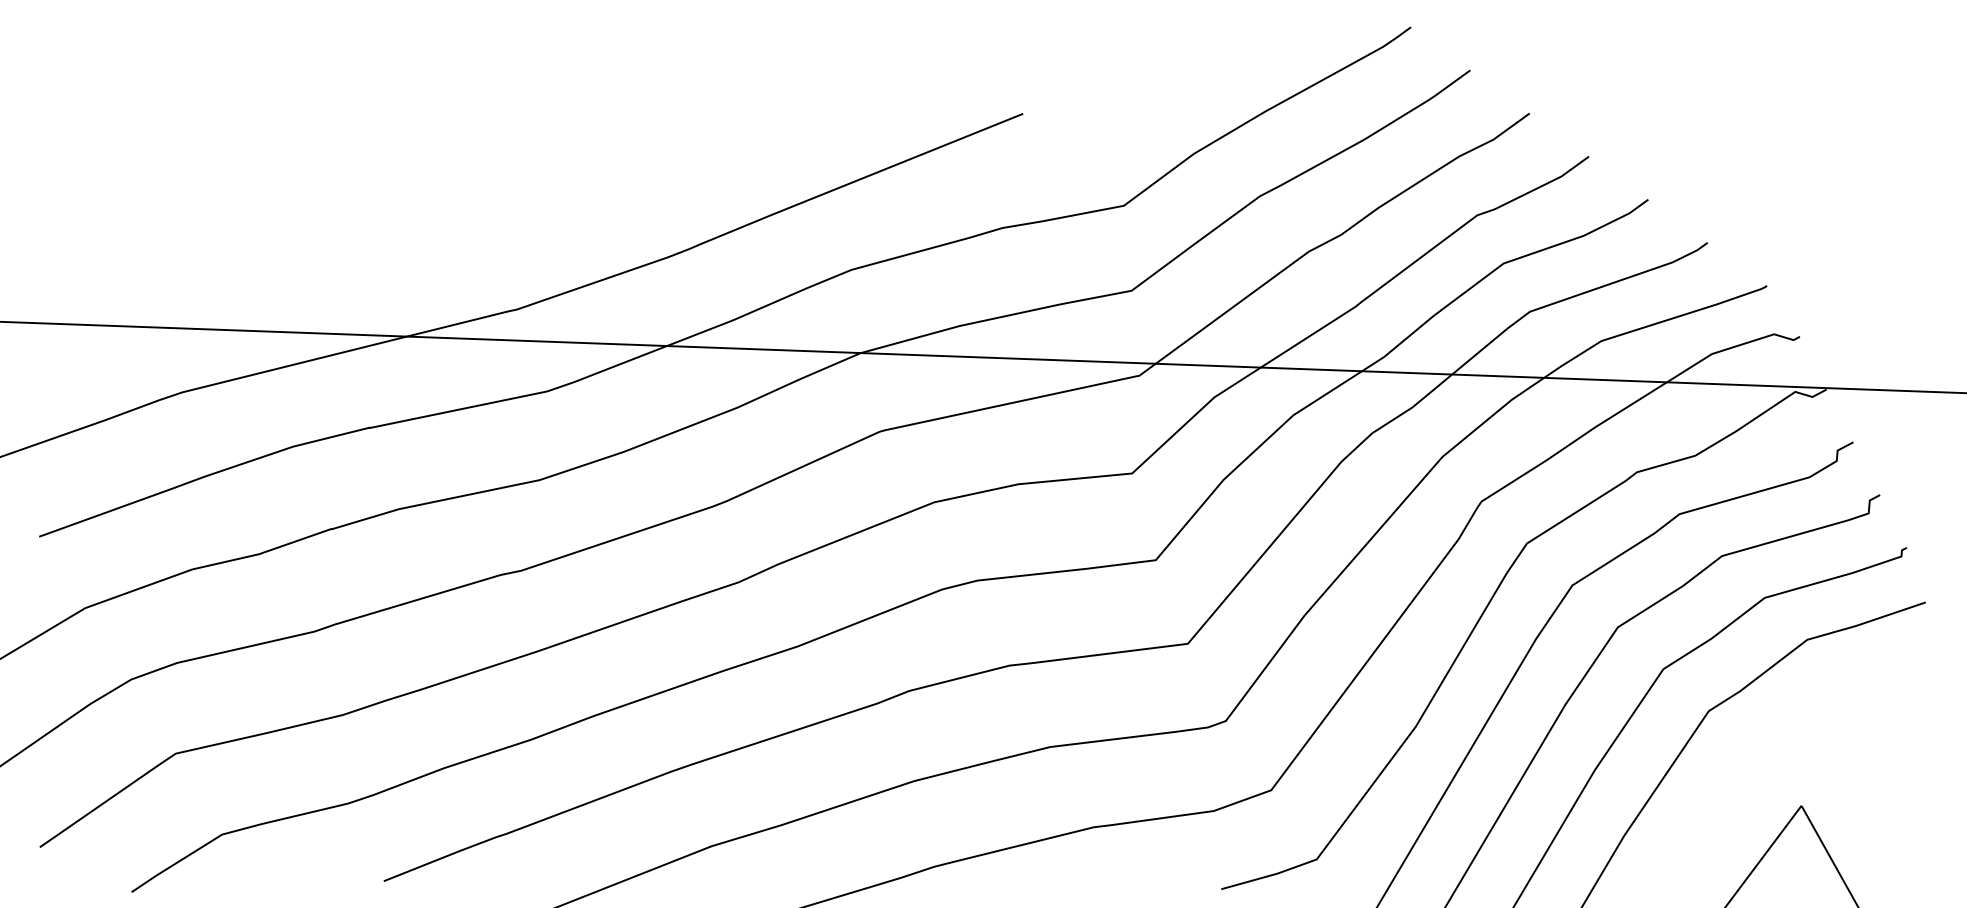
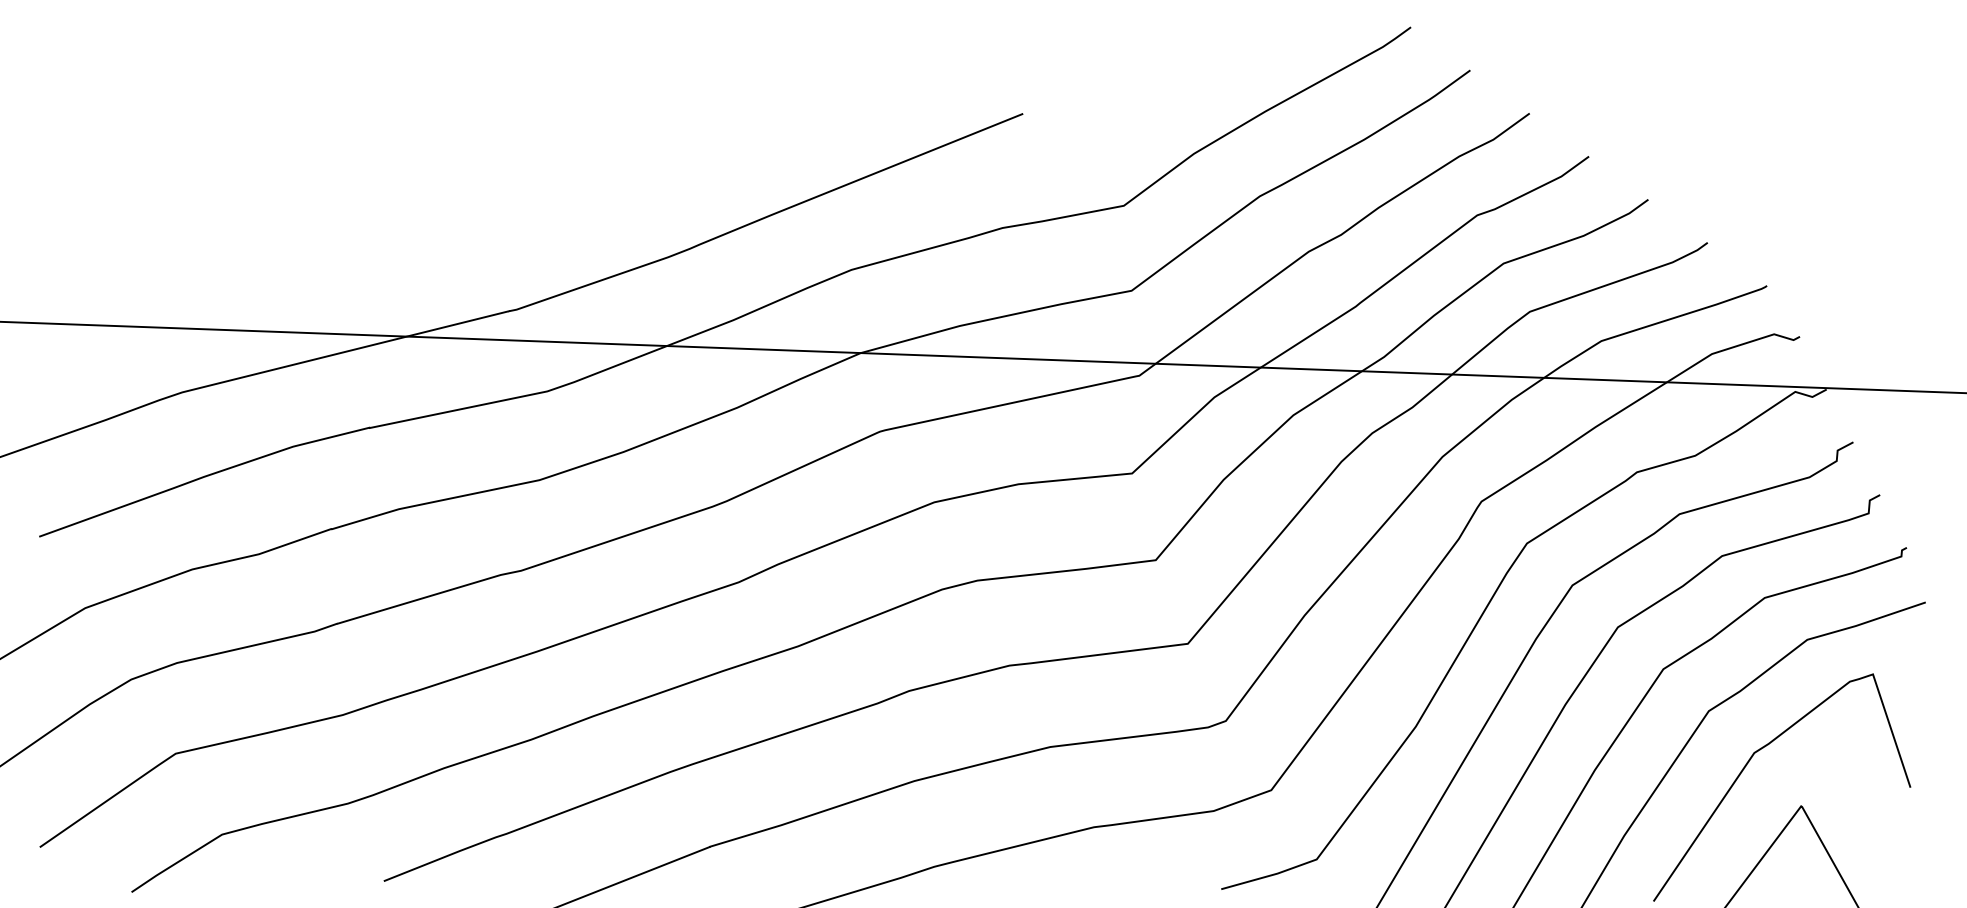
curve at (1748, 763): none -> present
